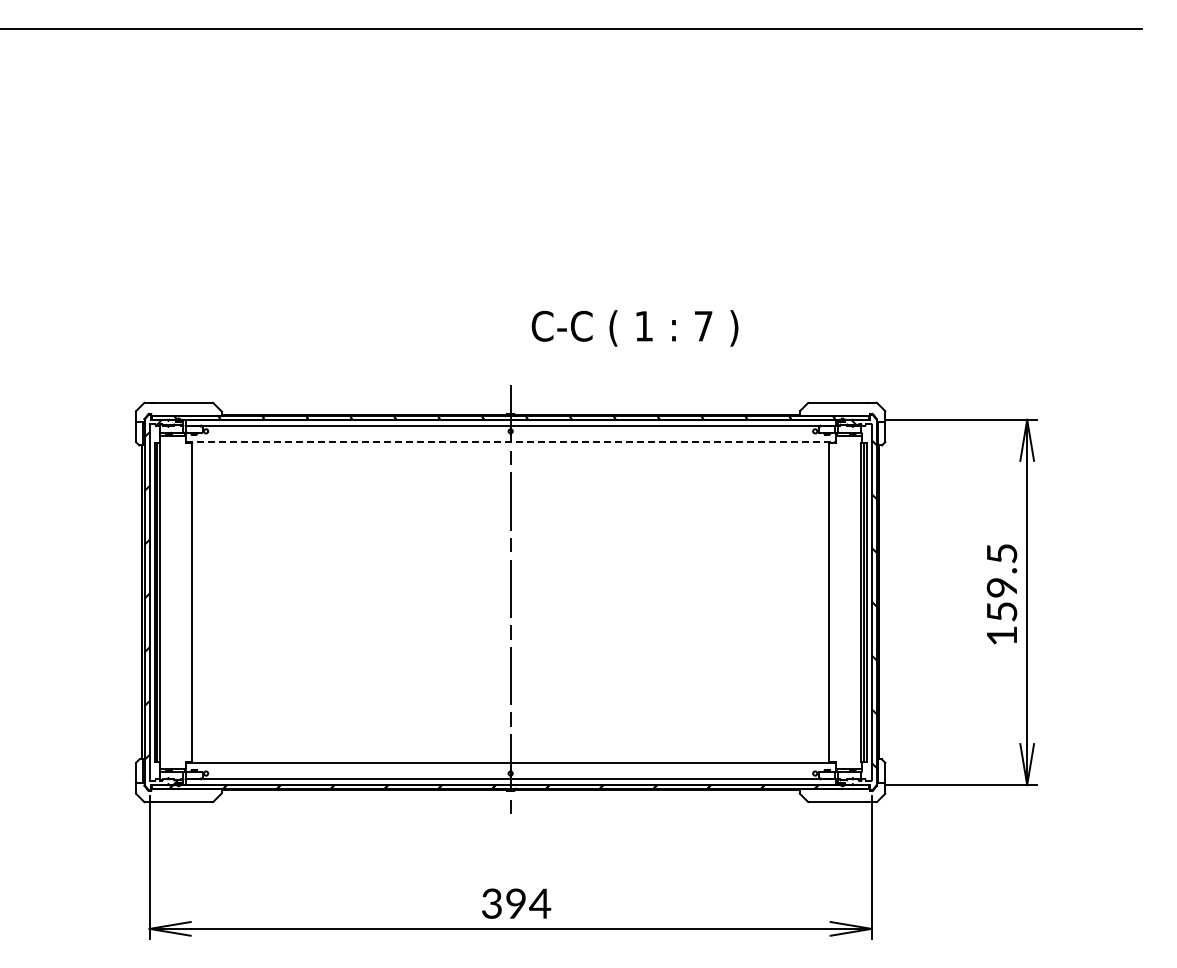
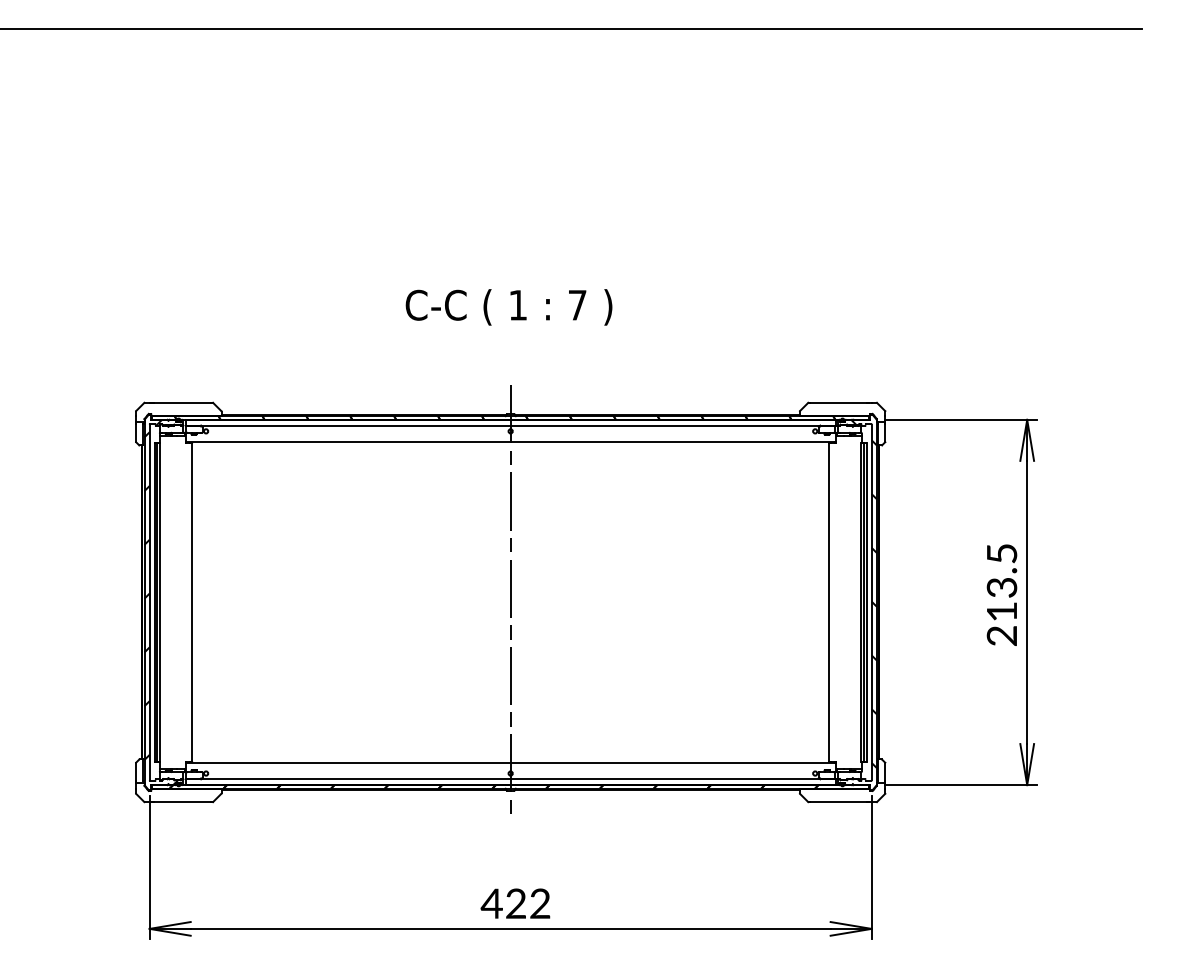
text at (634, 328) position: (634, 328) -> (508, 307)
line at (511, 442): dashed -> solid
text at (1001, 611): 159.5 -> 213.5
text at (515, 903): 394 -> 422
